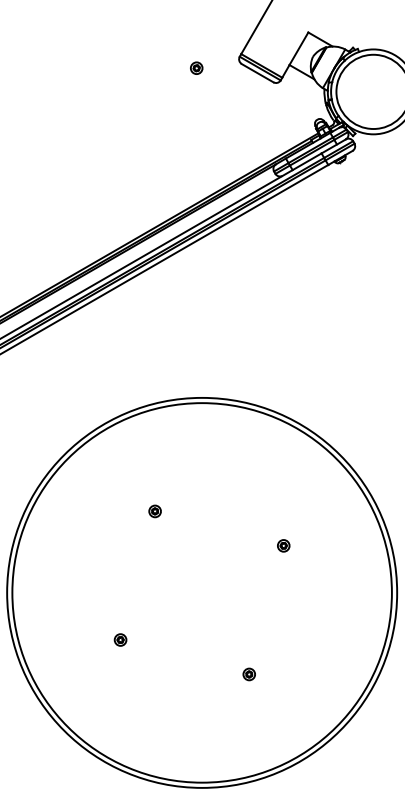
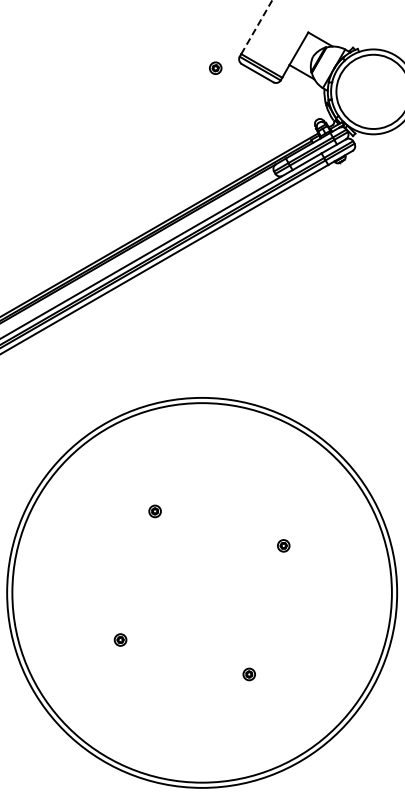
line at (256, 27): solid -> dashed
part at (196, 67) position: (196, 67) -> (215, 67)
